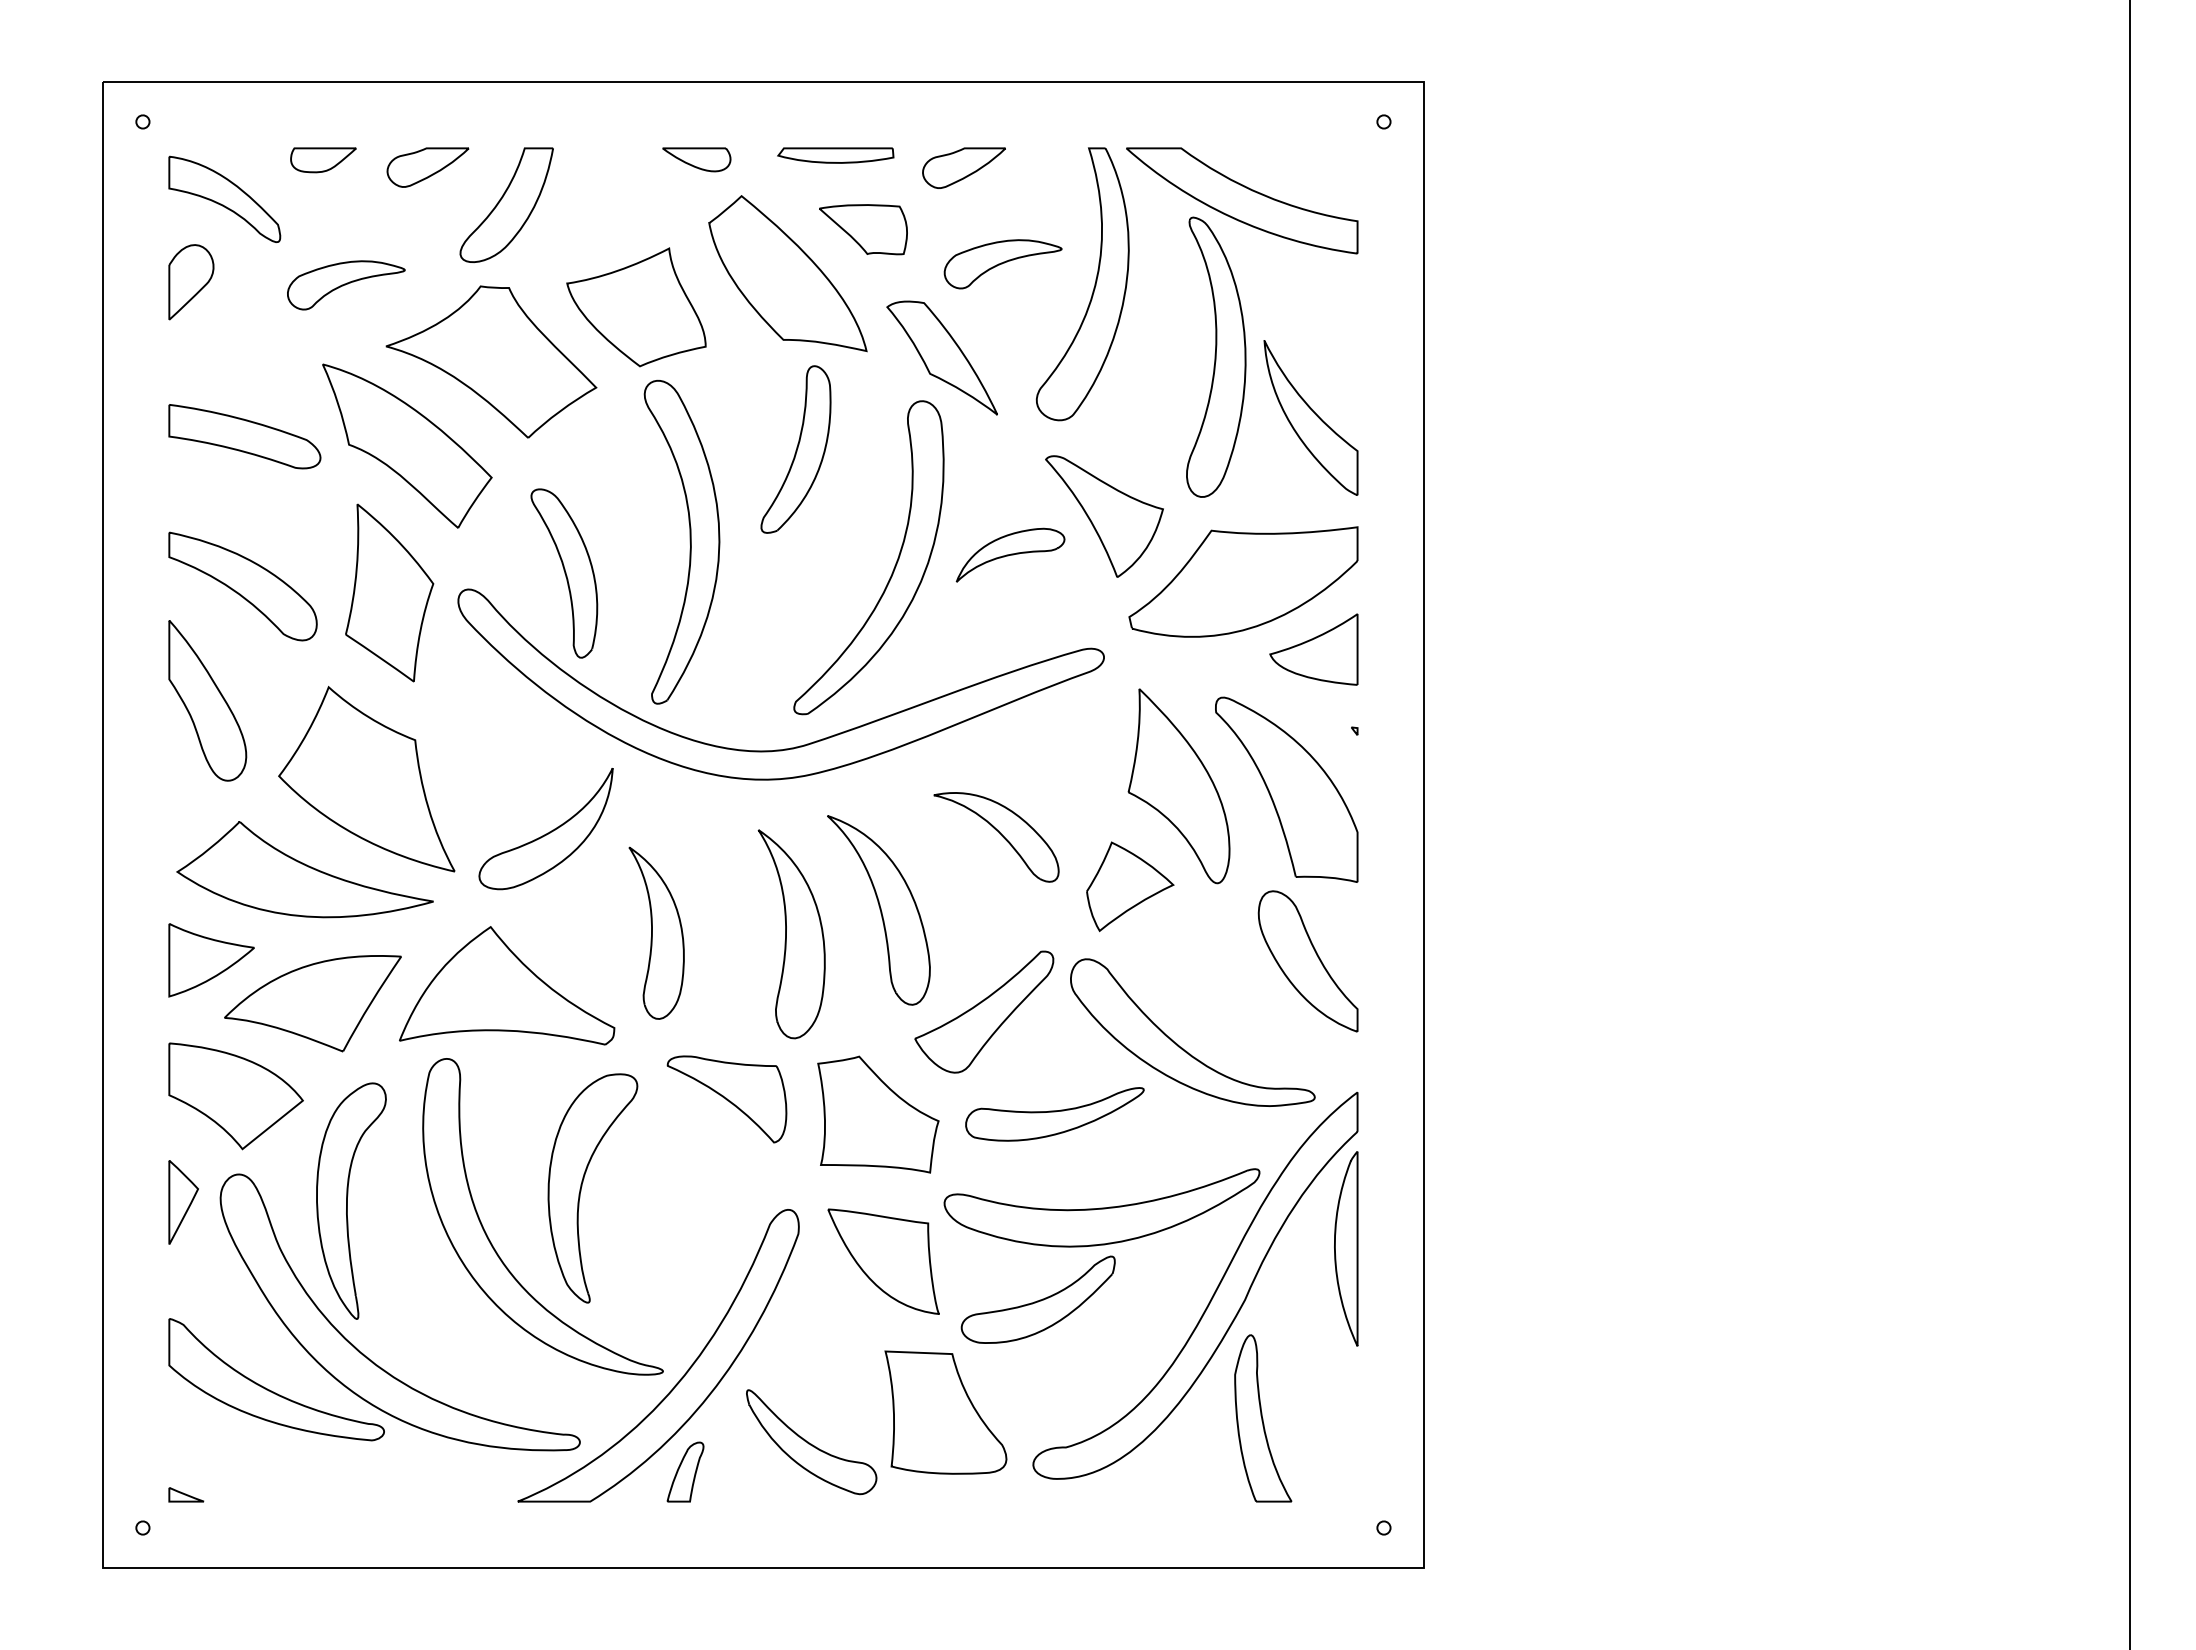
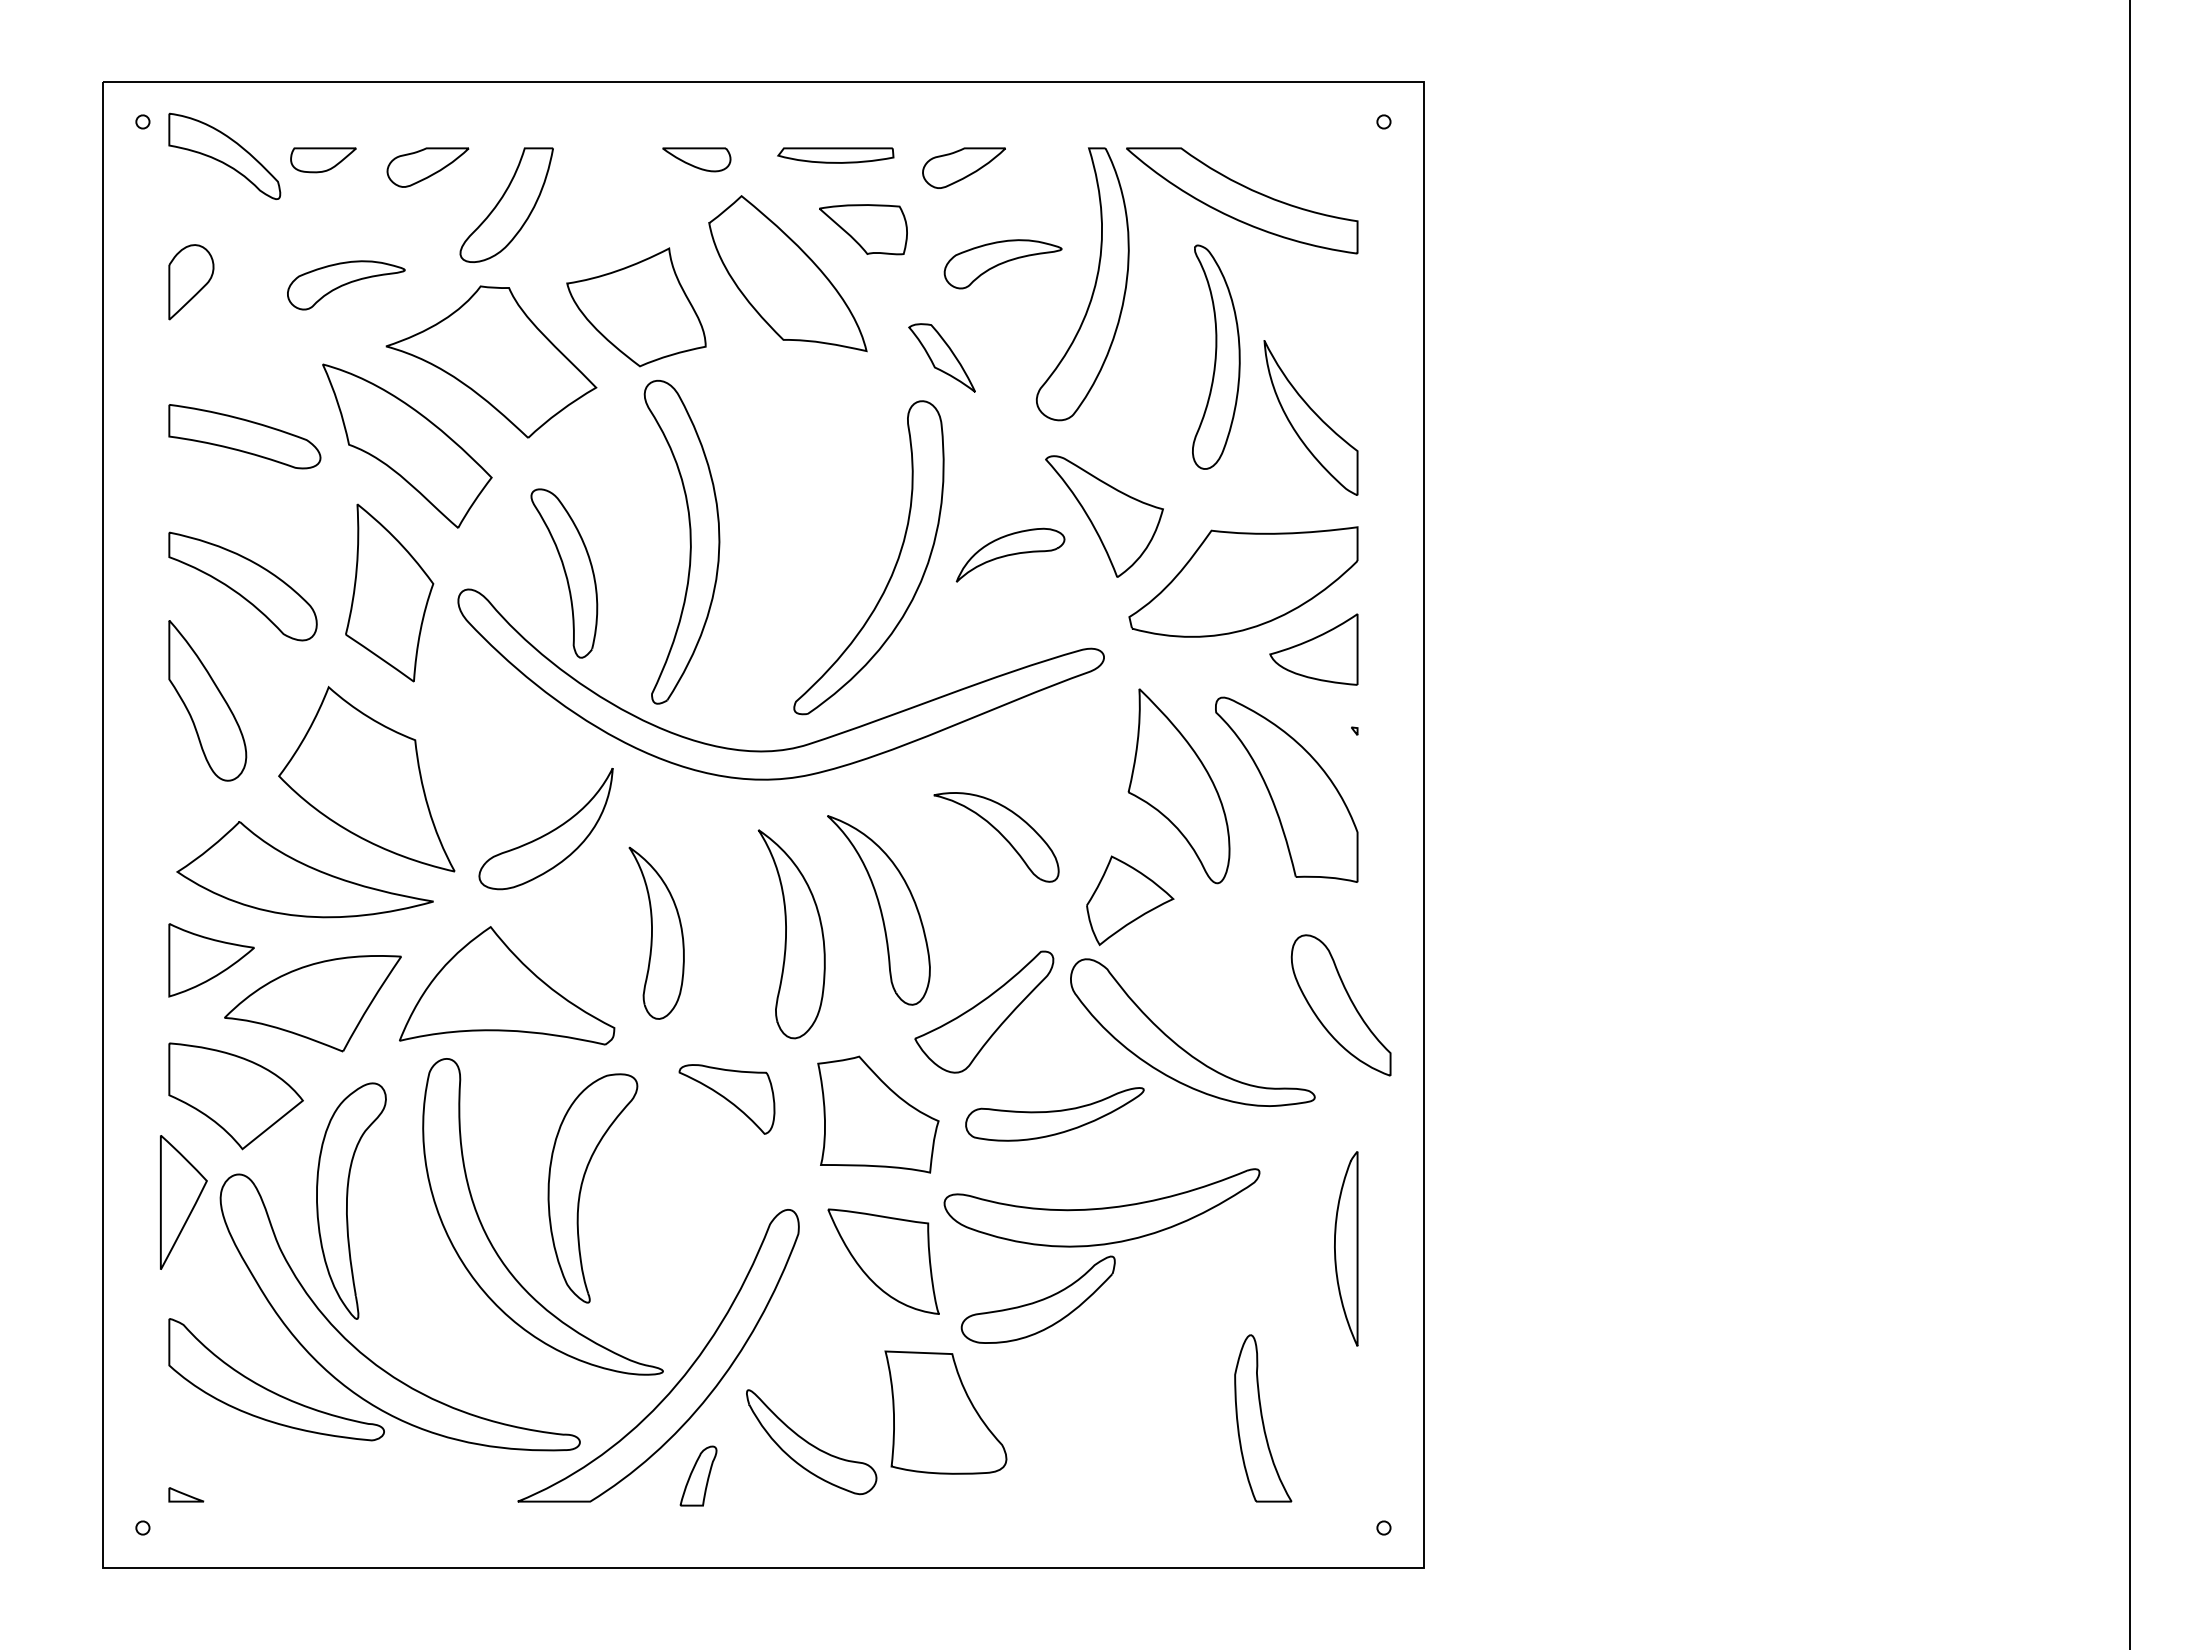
part at (224, 198) position: (224, 198) -> (224, 155)
part at (1216, 356) size: 61x282 px -> 49x226 px
part at (941, 357) size: 112x116 px -> 68x70 px
part at (795, 449): present -> none
part at (1130, 886) position: (1130, 886) -> (1130, 900)
part at (1307, 961) position: (1307, 961) -> (1340, 1005)
part at (726, 1099) size: 122x89 px -> 98x71 px
part at (183, 1202) size: 31x85 px -> 48x135 px
part at (1213, 1293): present -> none
part at (685, 1471) position: (685, 1471) -> (698, 1475)
